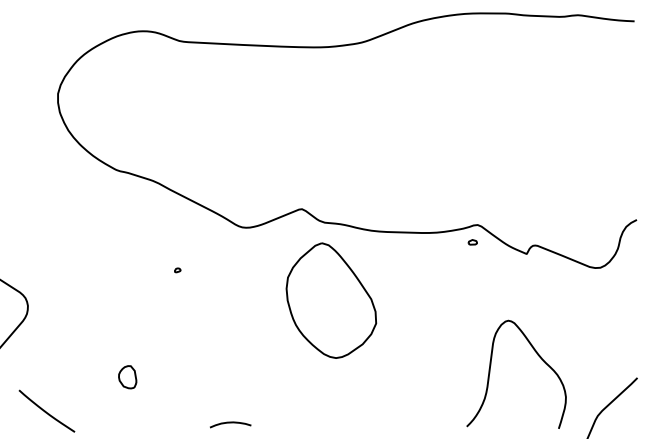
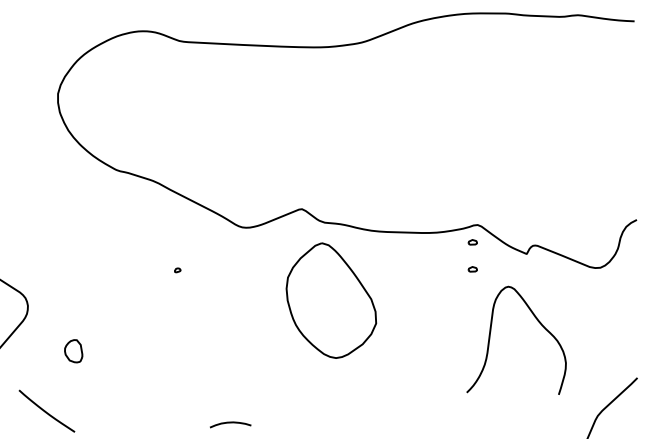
part at (472, 269): none -> present
curve at (490, 373) position: (490, 373) -> (490, 339)
part at (127, 377) position: (127, 377) -> (73, 351)
